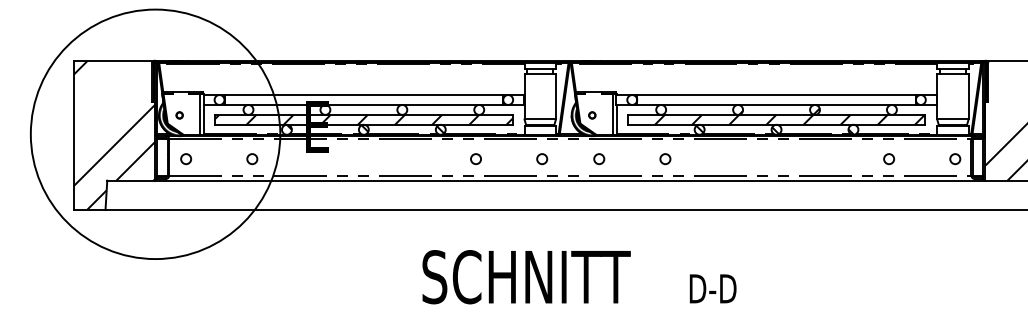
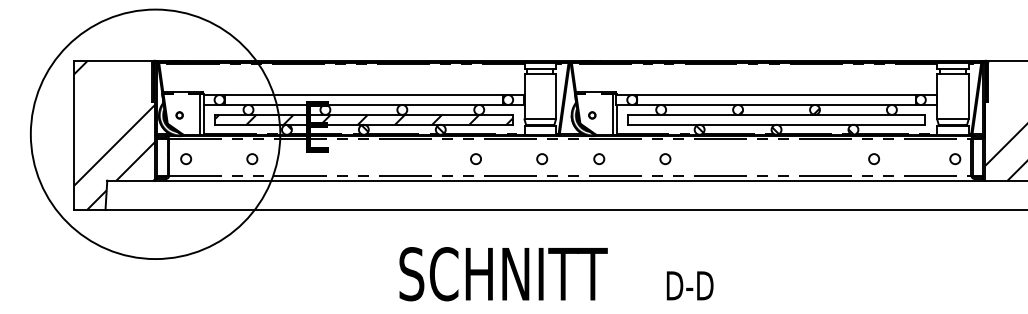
hatch at (775, 119): present -> none
circle at (888, 159) position: (888, 159) -> (873, 159)
text at (579, 277) position: (579, 277) -> (556, 274)
